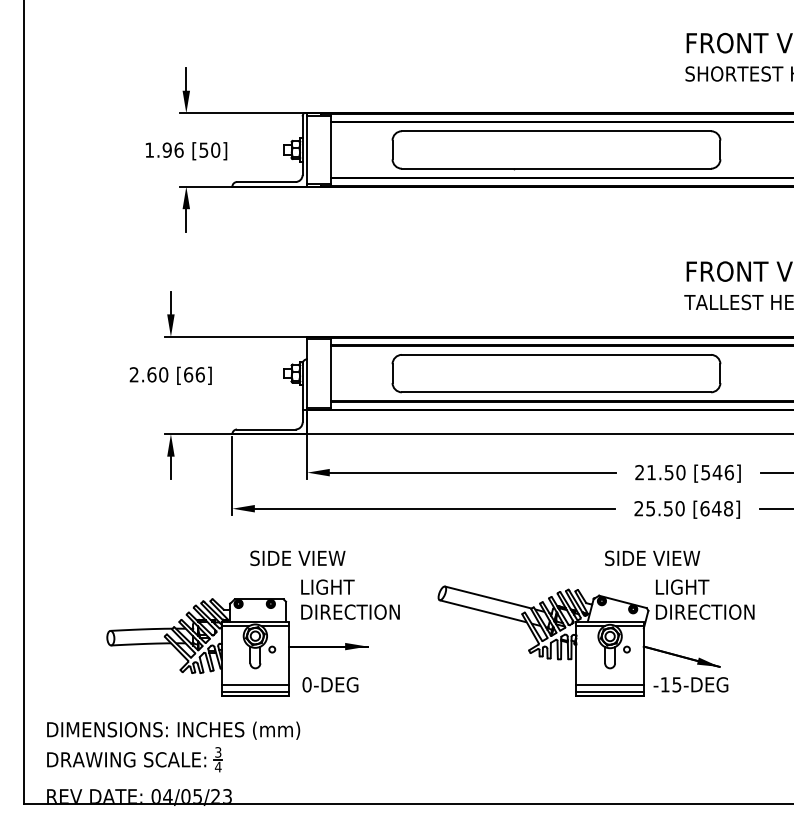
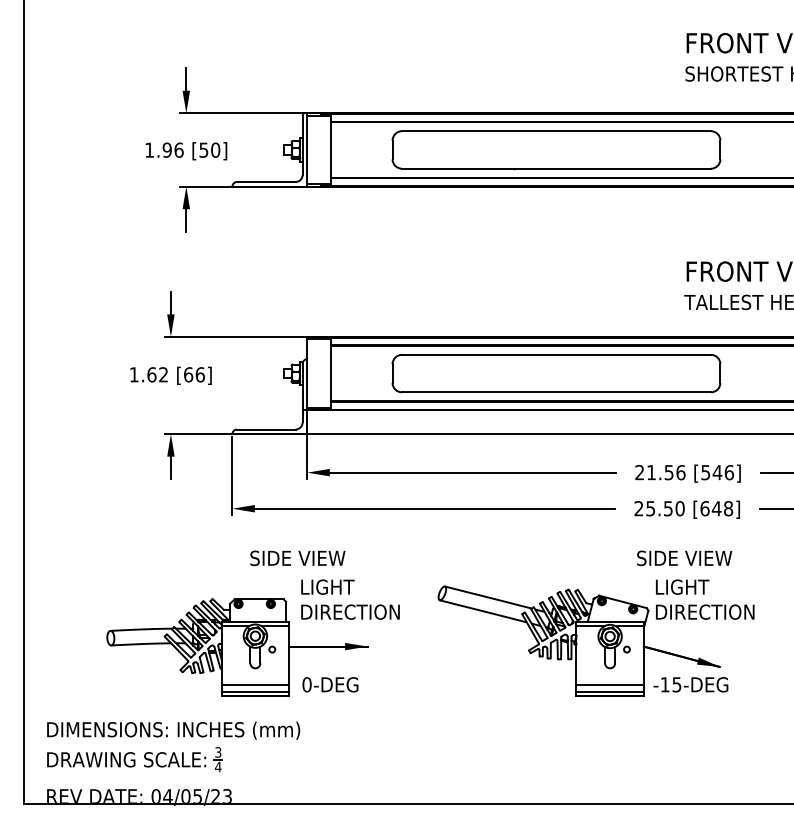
text at (148, 374): 2.60 -> 1.62
text at (680, 472): 21.50 -> 21.56
text at (652, 558) position: (652, 558) -> (684, 558)
